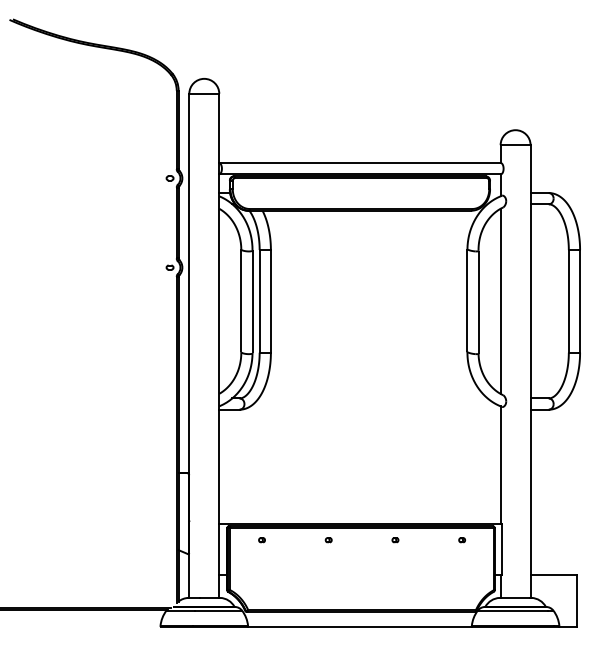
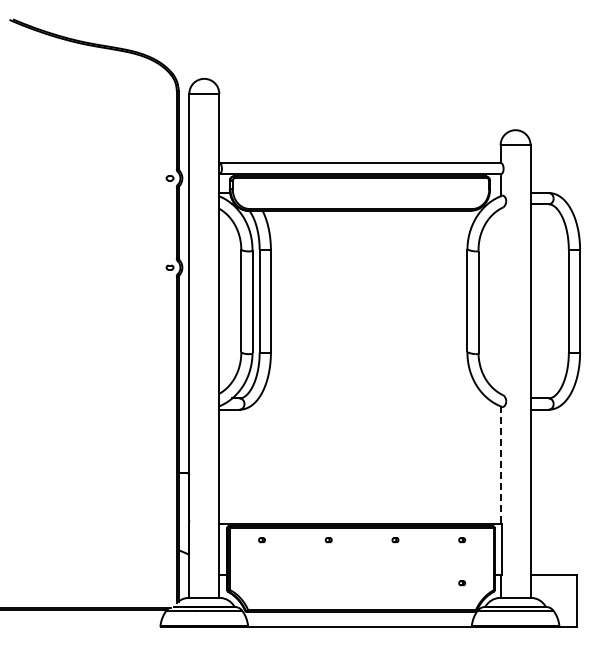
line at (500, 300): present -> none
line at (500, 465): solid -> dashed
part at (461, 583): none -> present
